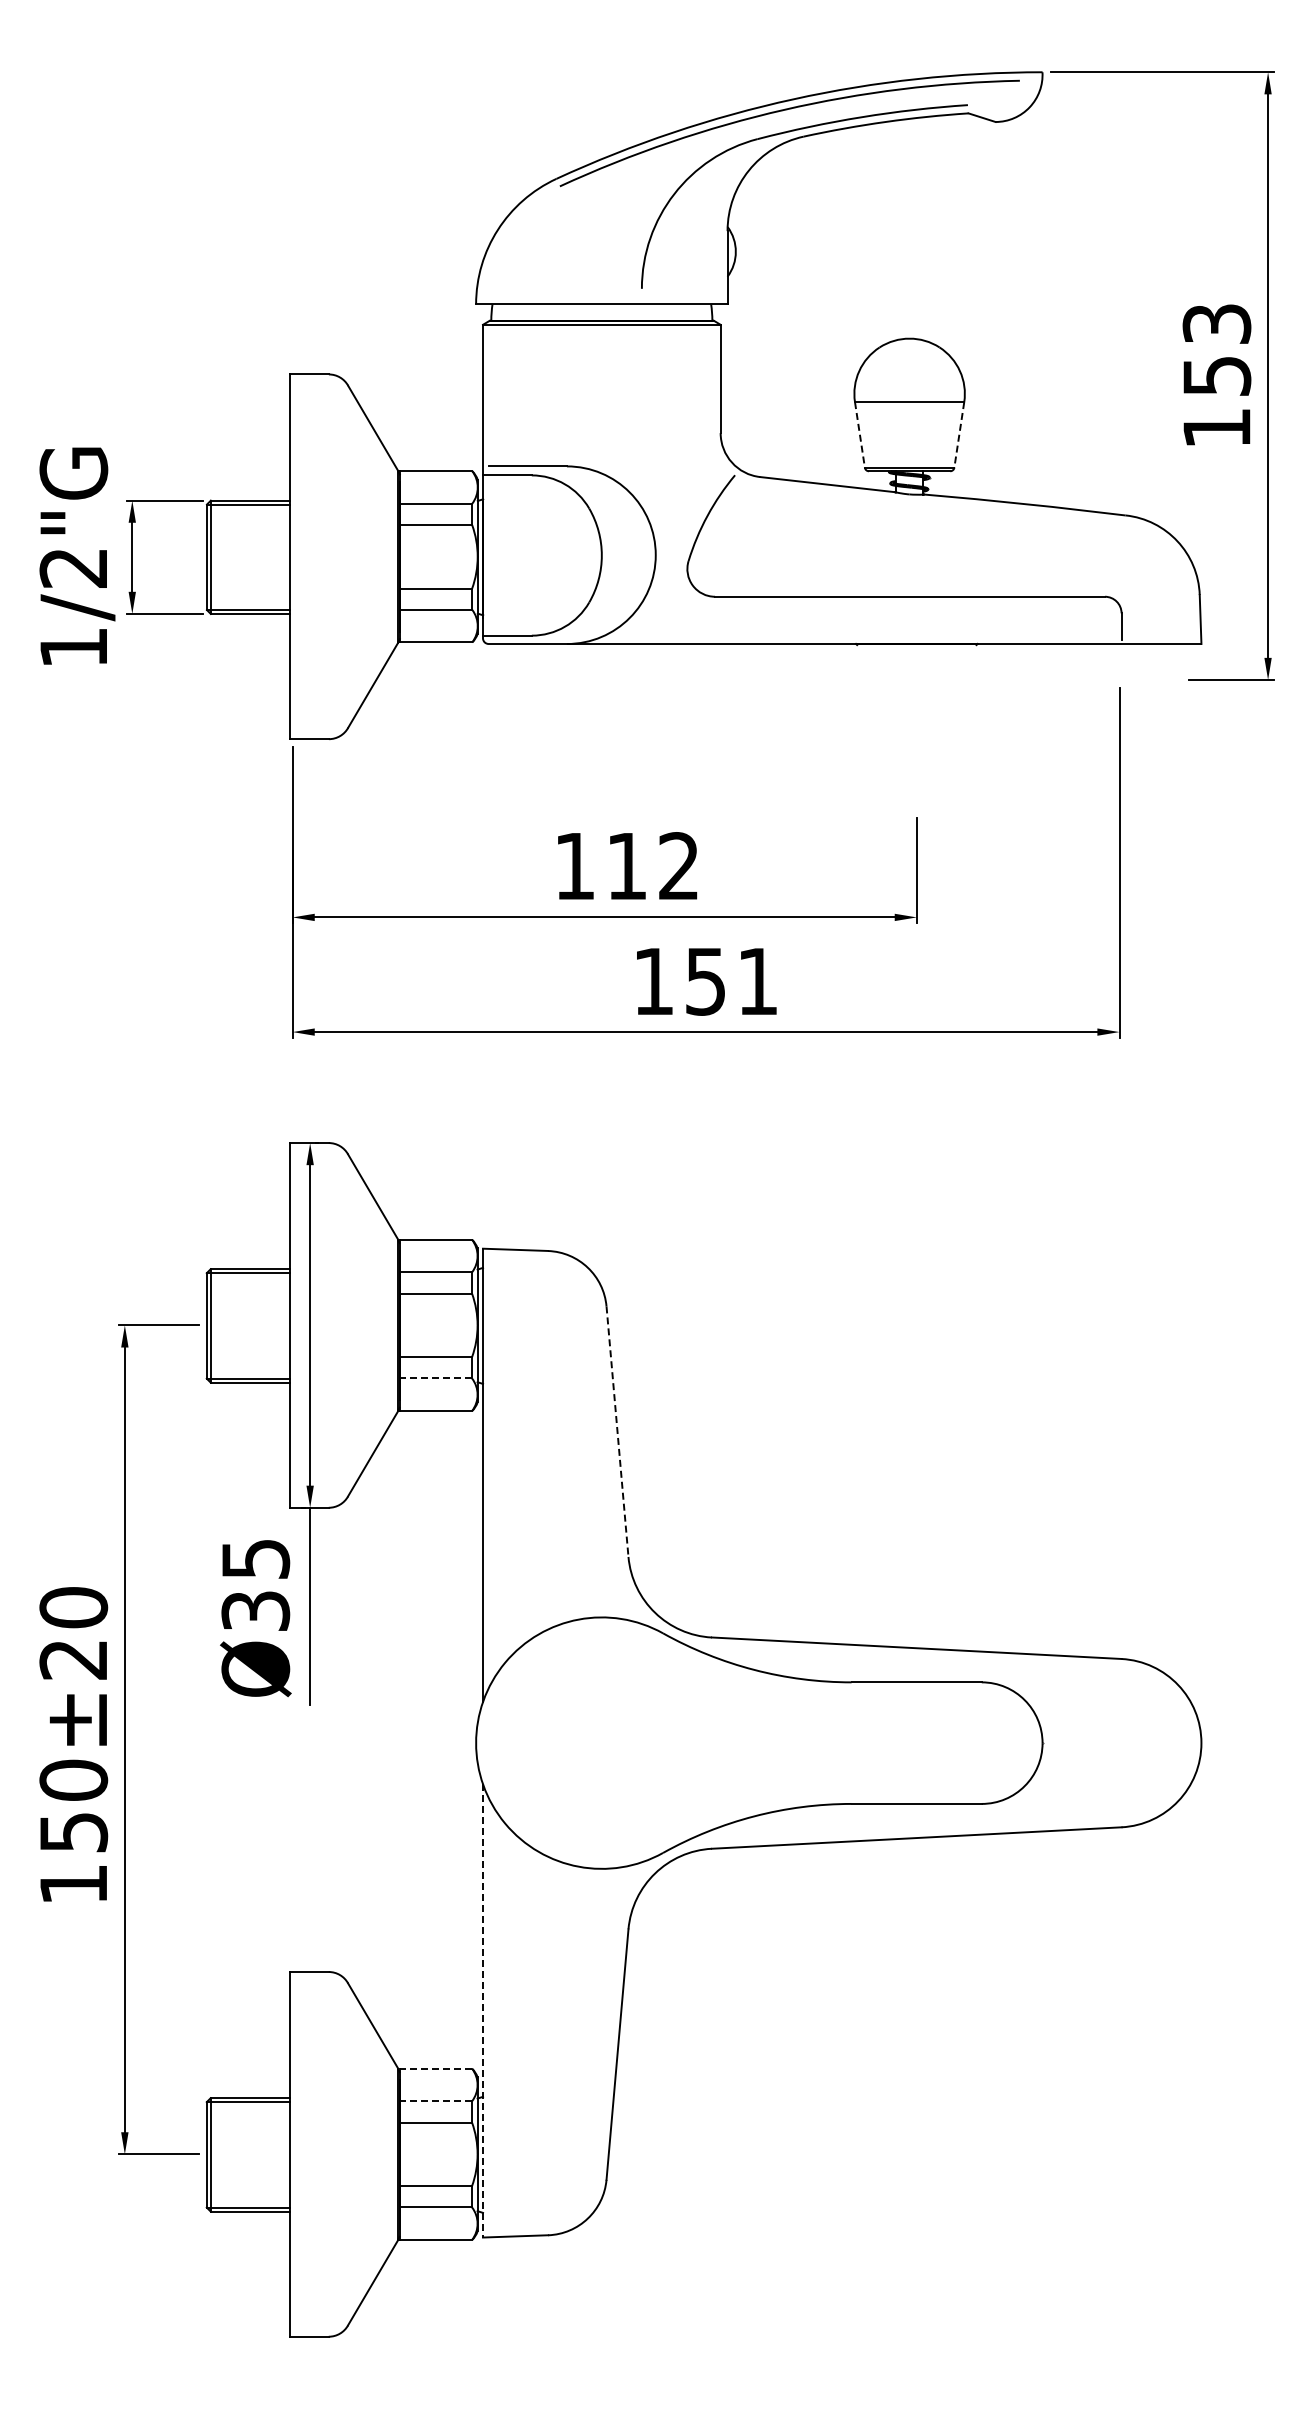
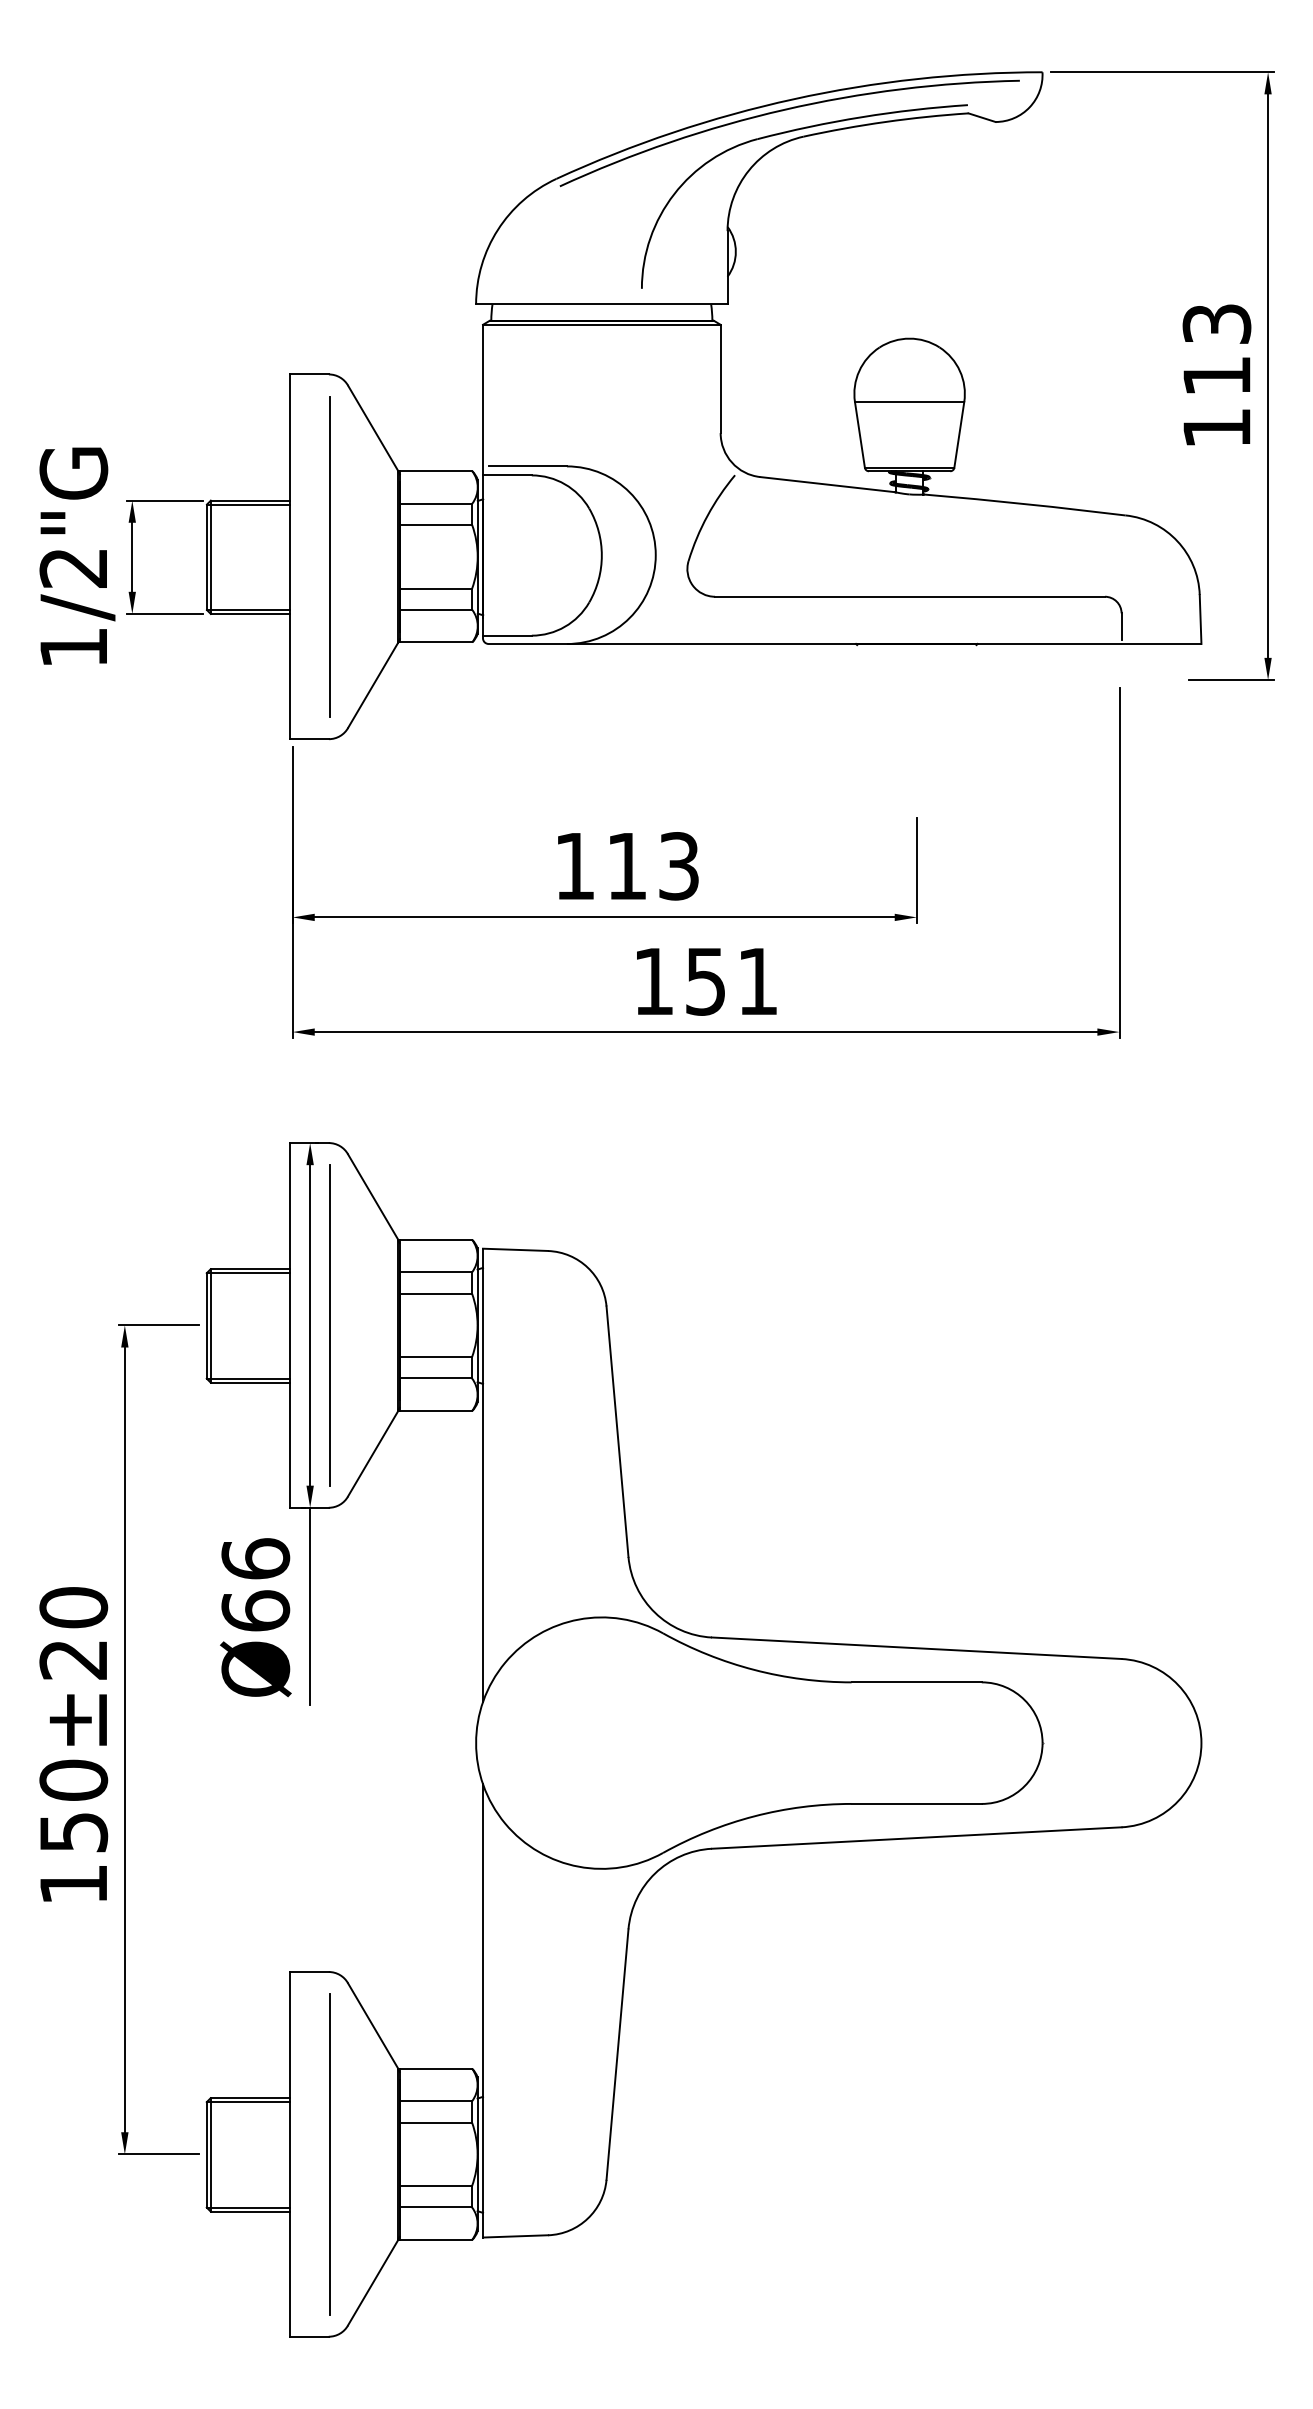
text at (1217, 376): 153 -> 113
line at (860, 435): dashed -> solid
line at (959, 435): dashed -> solid
line at (329, 556): none -> present
text at (678, 866): 112 -> 113
line at (329, 1325): none -> present
line at (436, 1378): dashed -> solid
line at (617, 1431): dashed -> solid
text at (255, 1584): Ø35 -> Ø66
line at (483, 2010): dashed -> solid
line at (436, 2068): dashed -> solid
line at (436, 2101): dashed -> solid
line at (329, 2154): none -> present
